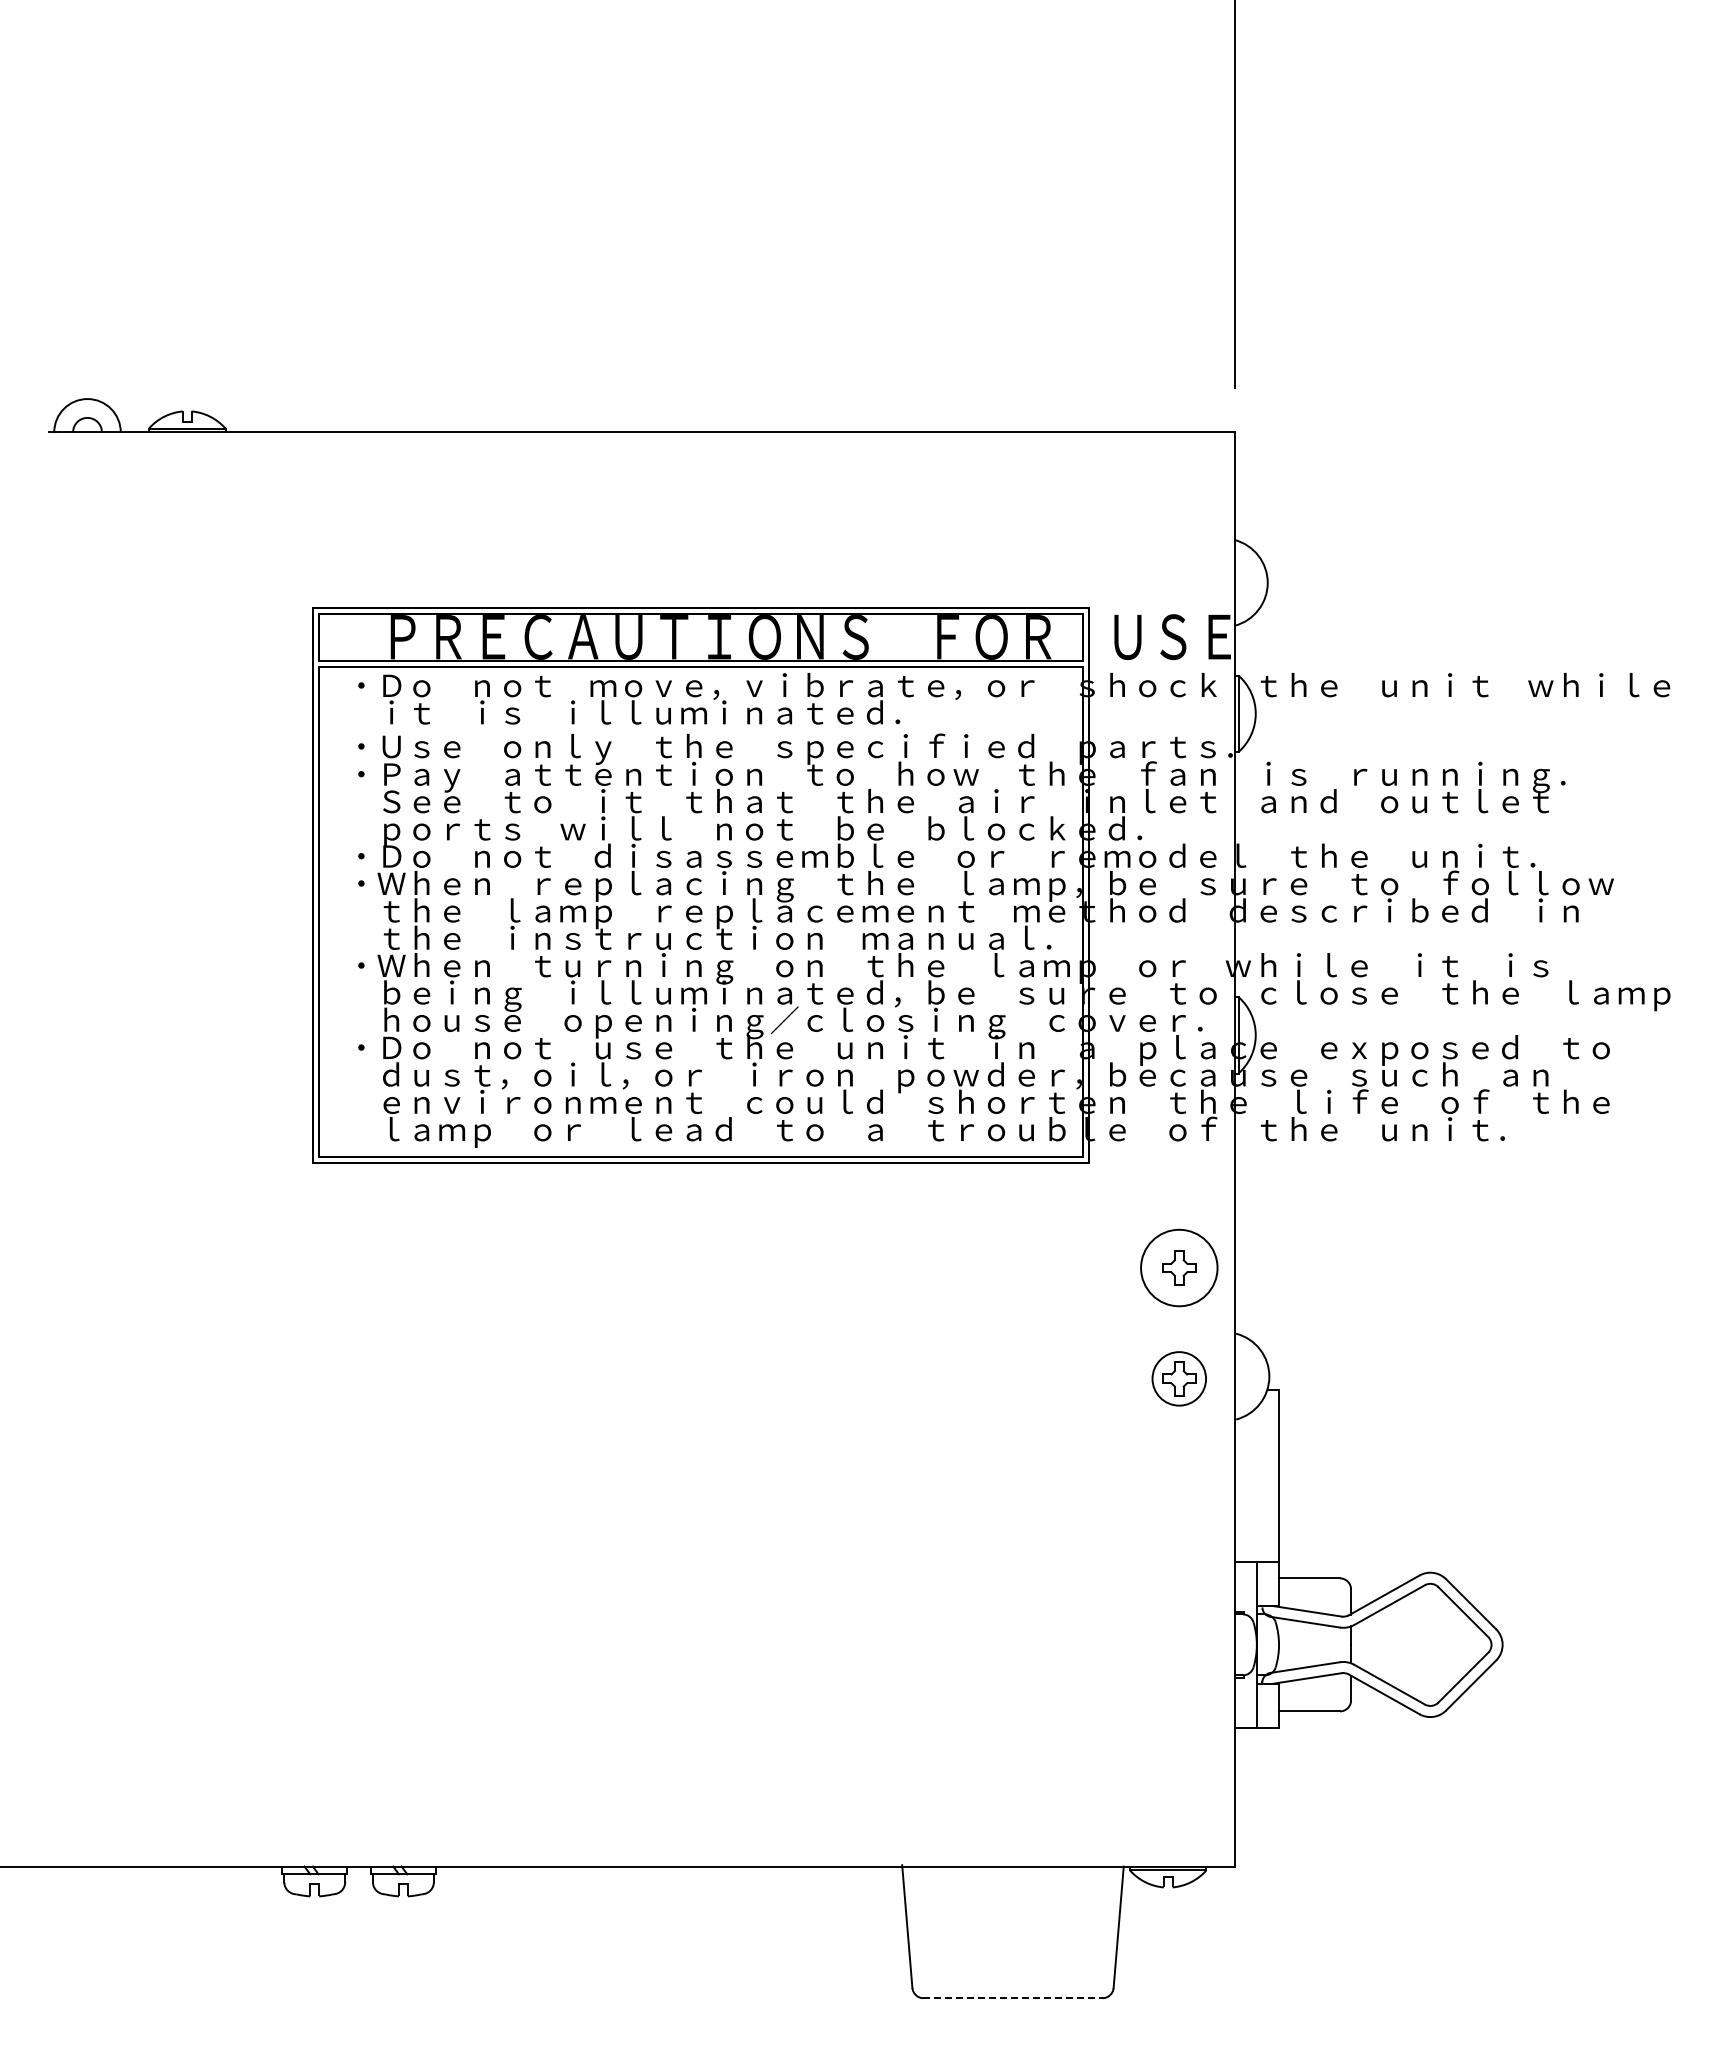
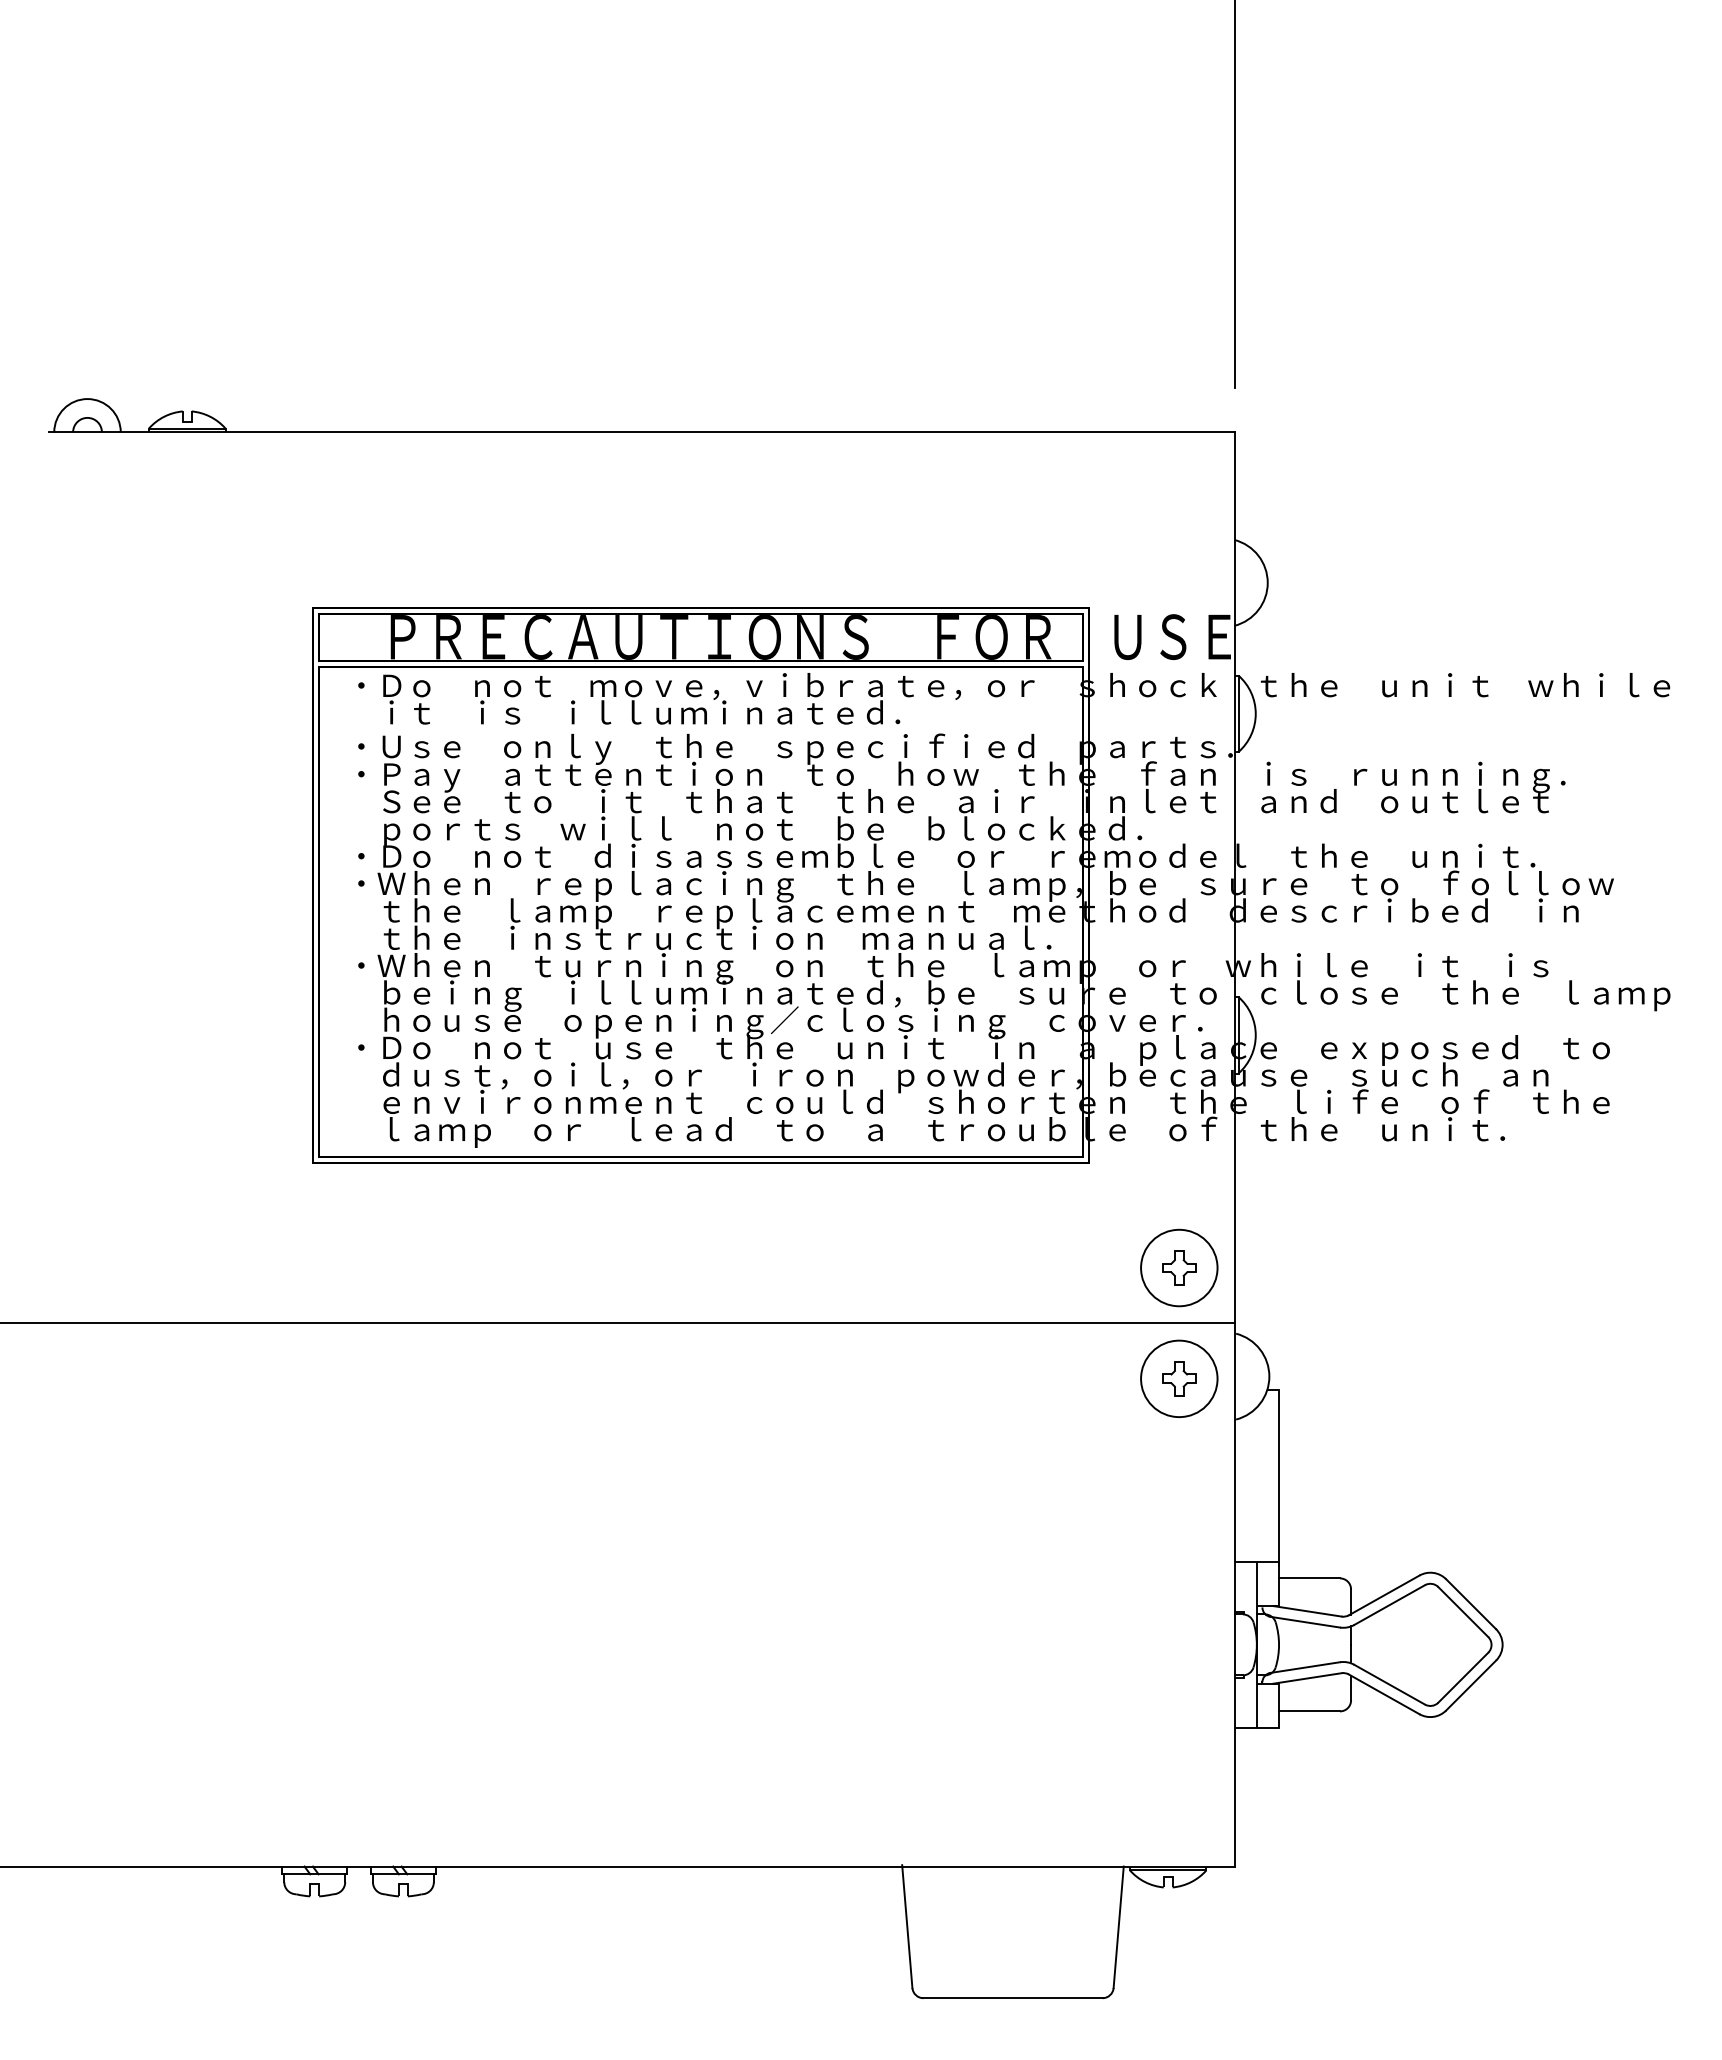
line at (618, 1323): none -> present
circle at (1179, 1378) diameter: 54 px -> 76 px
line at (1013, 1998): dashed -> solid
